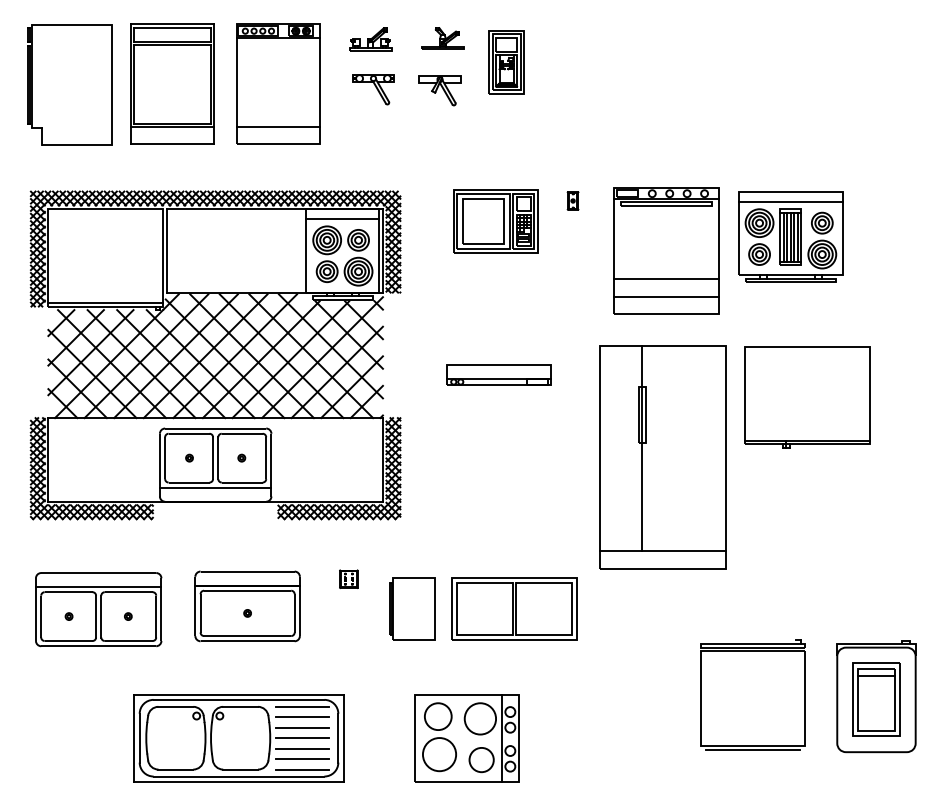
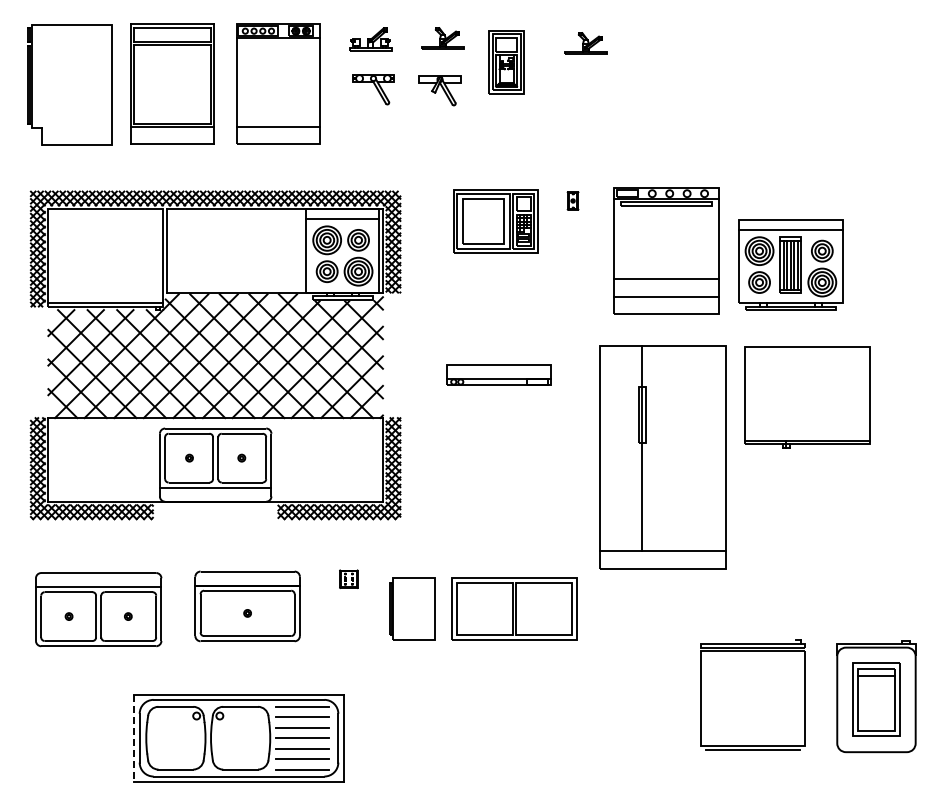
part at (585, 43): none -> present
part at (790, 236) position: (790, 236) -> (790, 264)
line at (134, 738): solid -> dashed
part at (466, 738): present -> none
